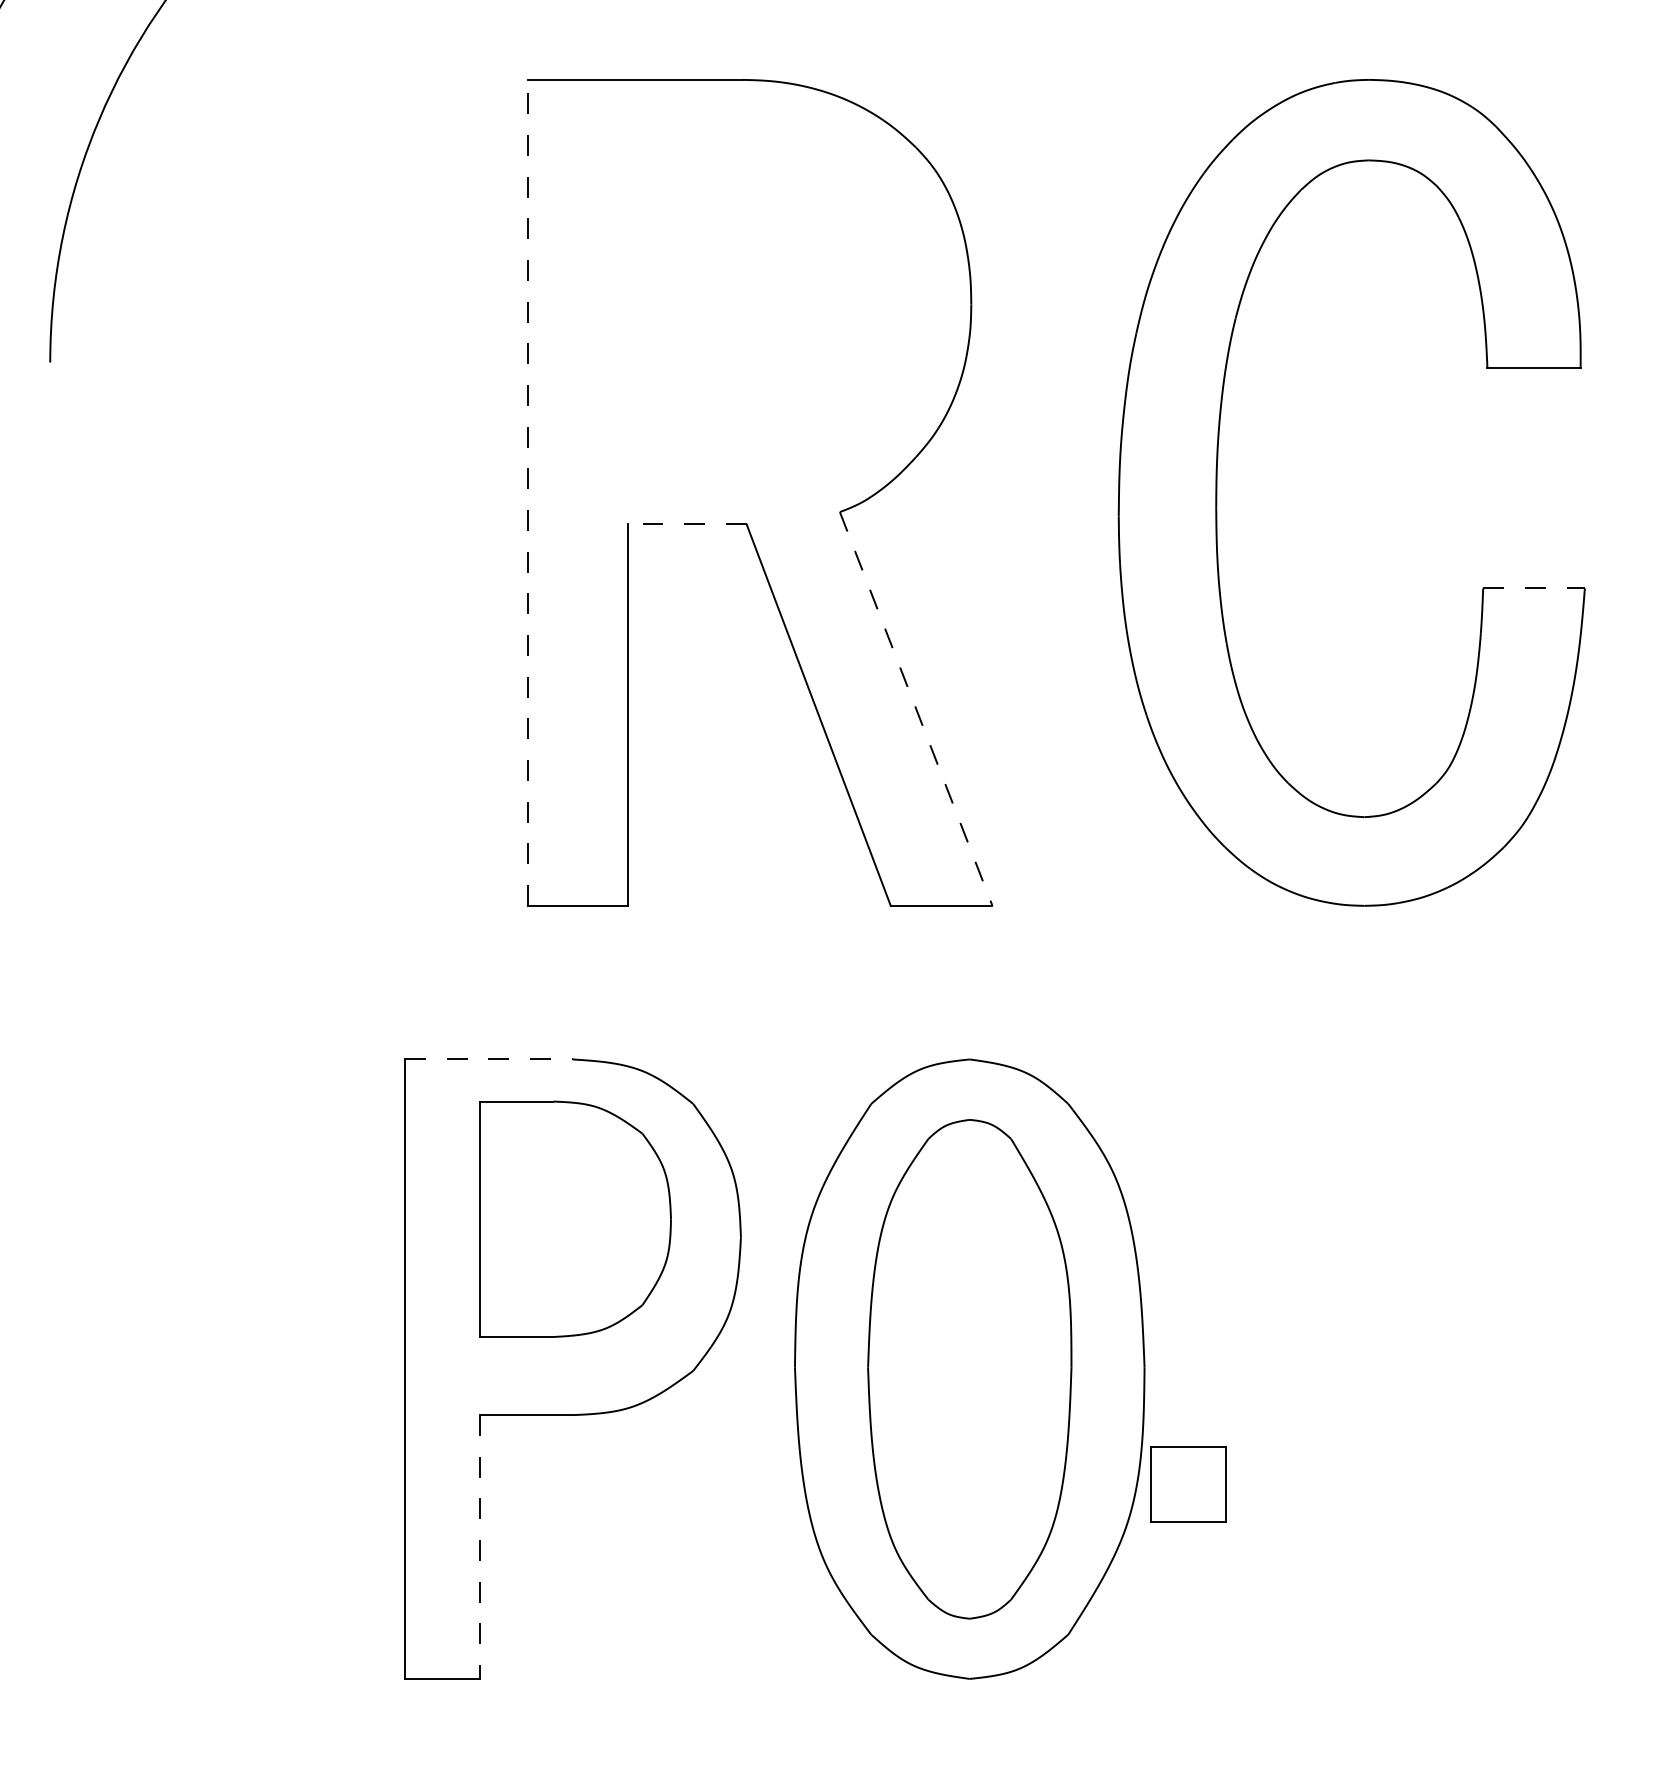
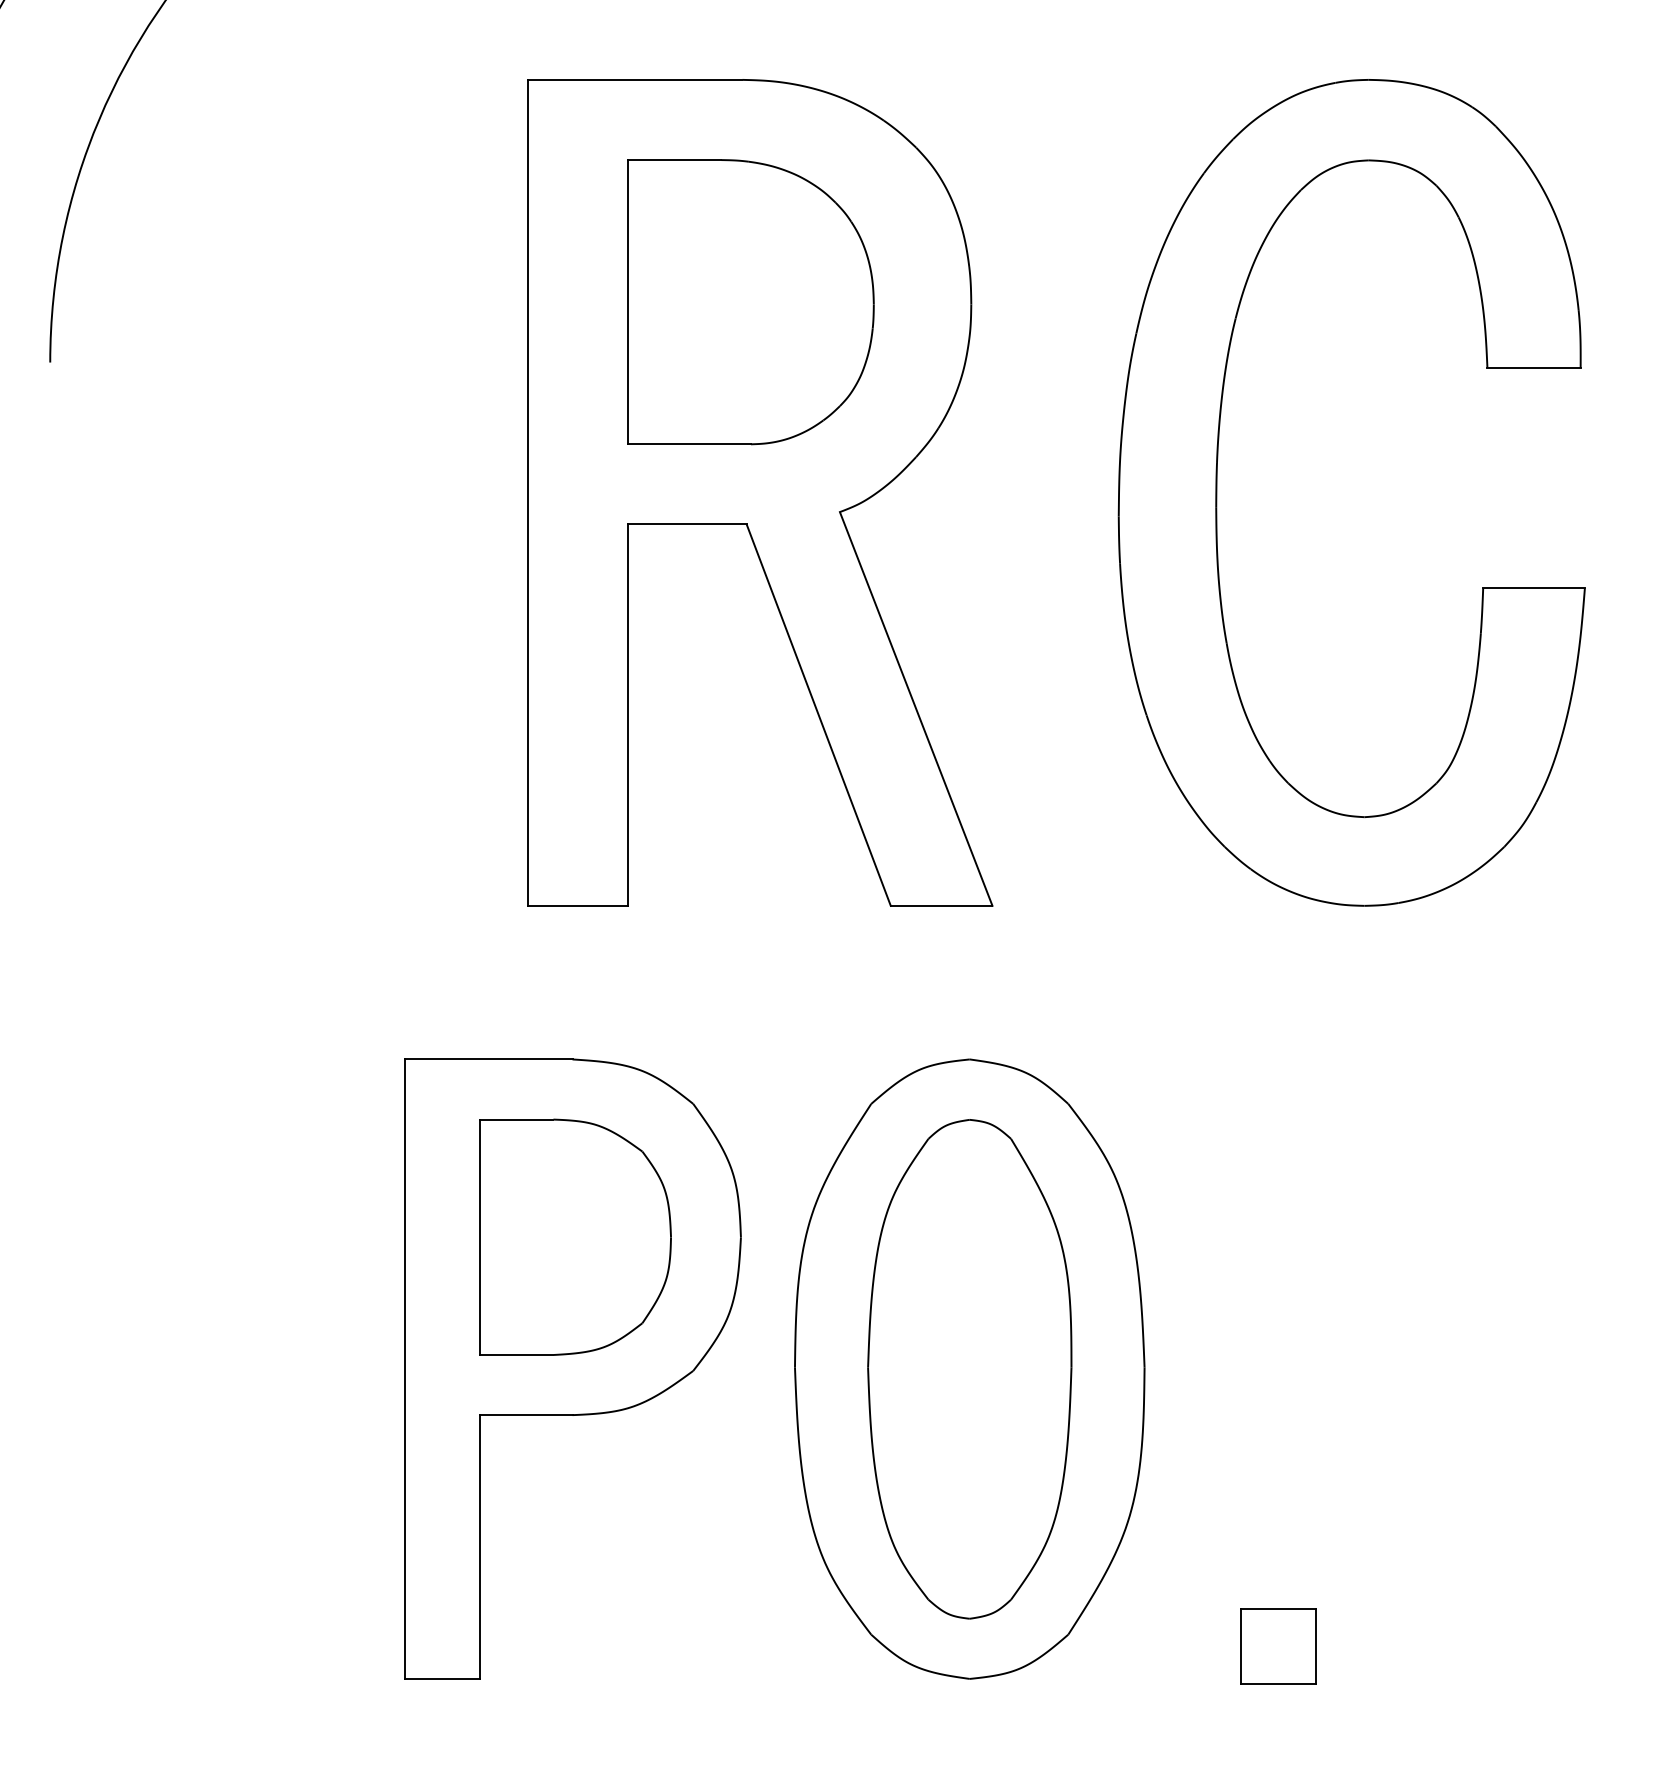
part at (750, 302): none -> present
line at (527, 492): dashed -> solid
line at (686, 524): dashed -> solid
line at (1534, 588): dashed -> solid
line at (916, 709): dashed -> solid
line at (488, 1059): dashed -> solid
part at (575, 1218) position: (575, 1218) -> (575, 1236)
part at (1188, 1484) position: (1188, 1484) -> (1278, 1646)
line at (480, 1547): dashed -> solid
